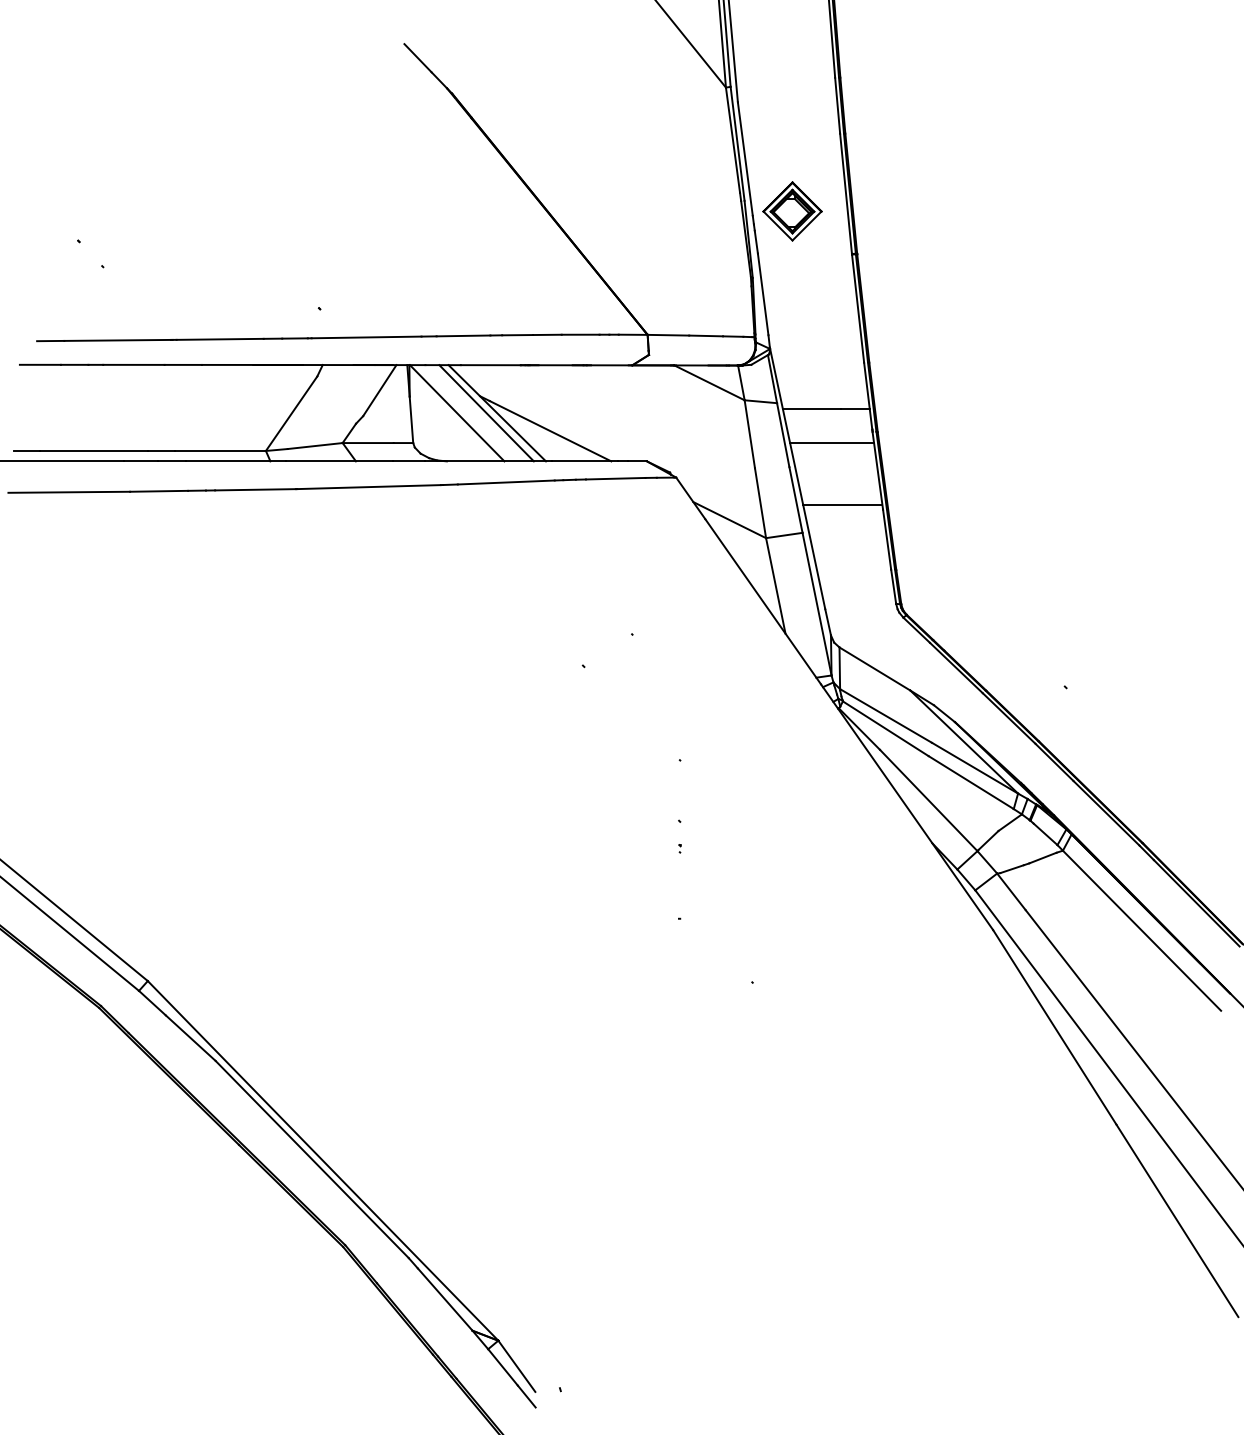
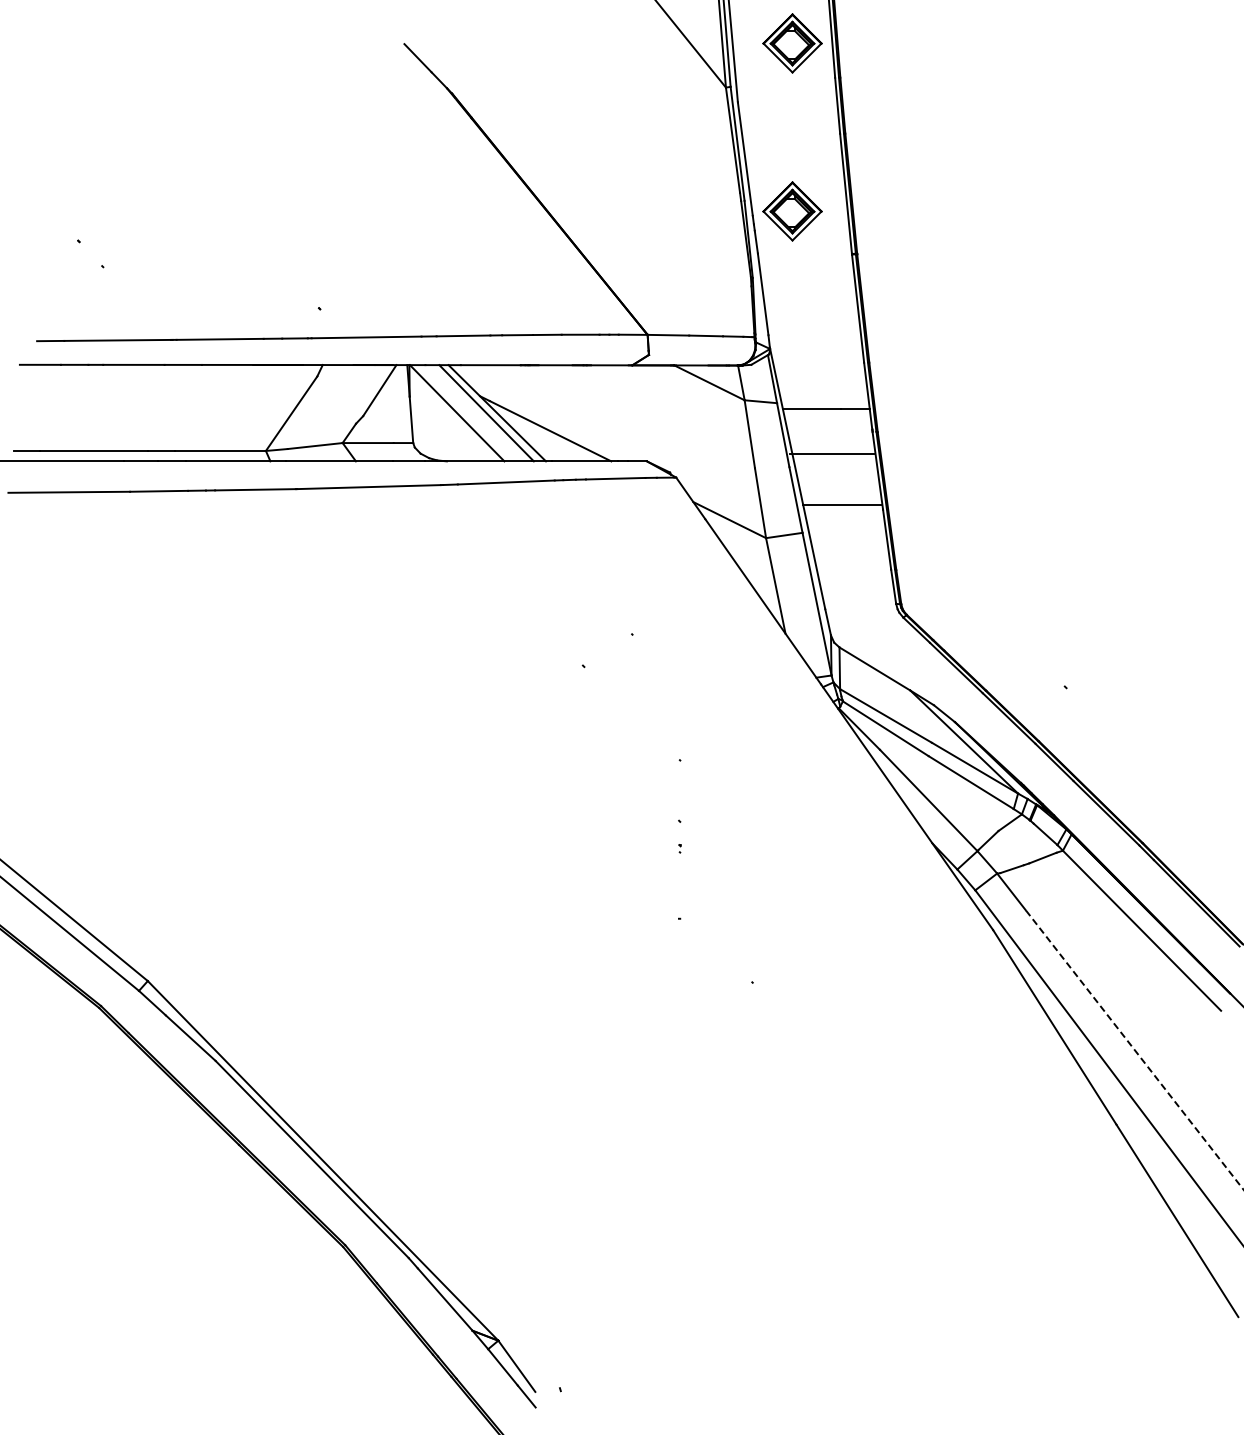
part at (792, 43): none -> present
line at (832, 443) position: (832, 443) -> (832, 454)
line at (1134, 1049): solid -> dashed
